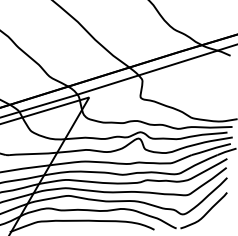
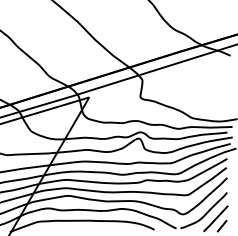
part at (215, 218): none -> present
